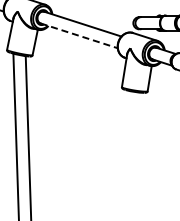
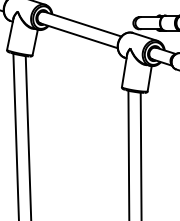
line at (79, 35): dashed -> solid
line at (128, 153): none -> present
line at (140, 154): none -> present
